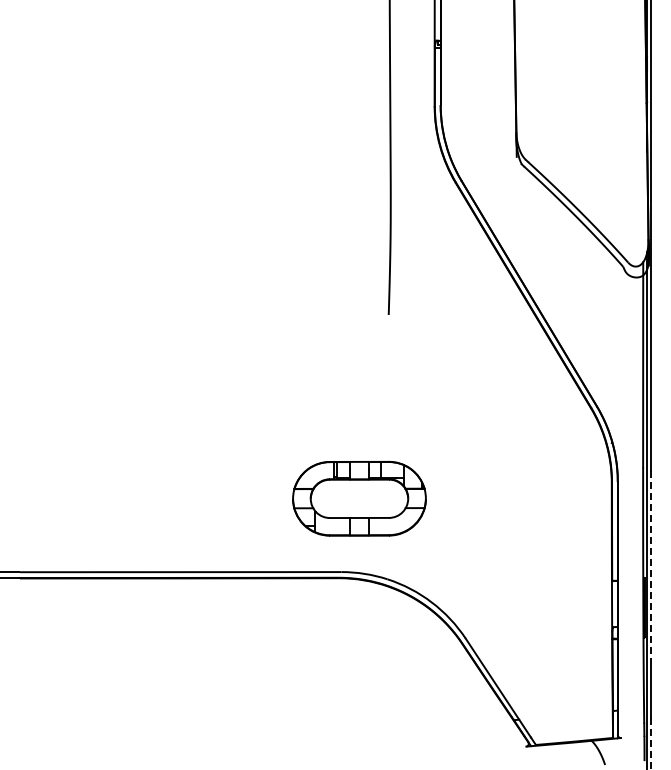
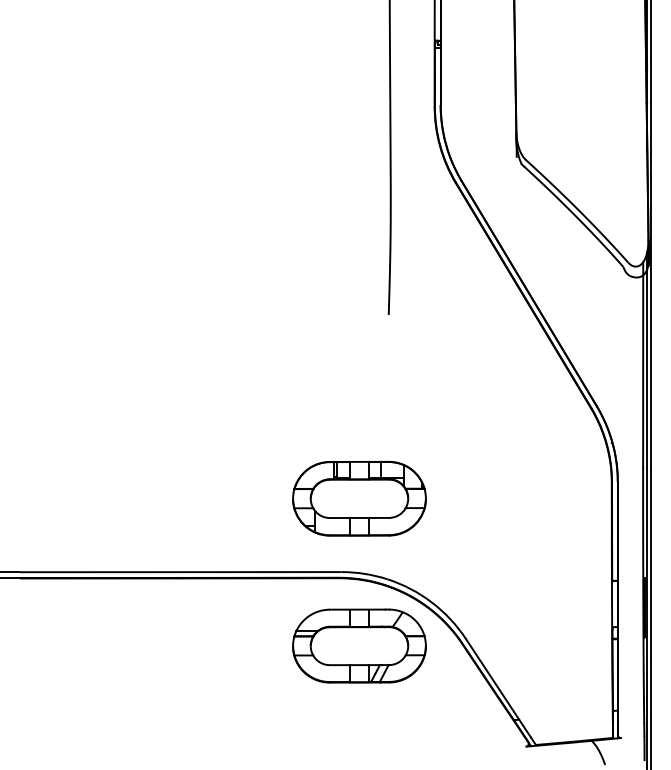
line at (651, 565): dashed -> solid
part at (359, 645): none -> present
line at (651, 743): dashed -> solid
